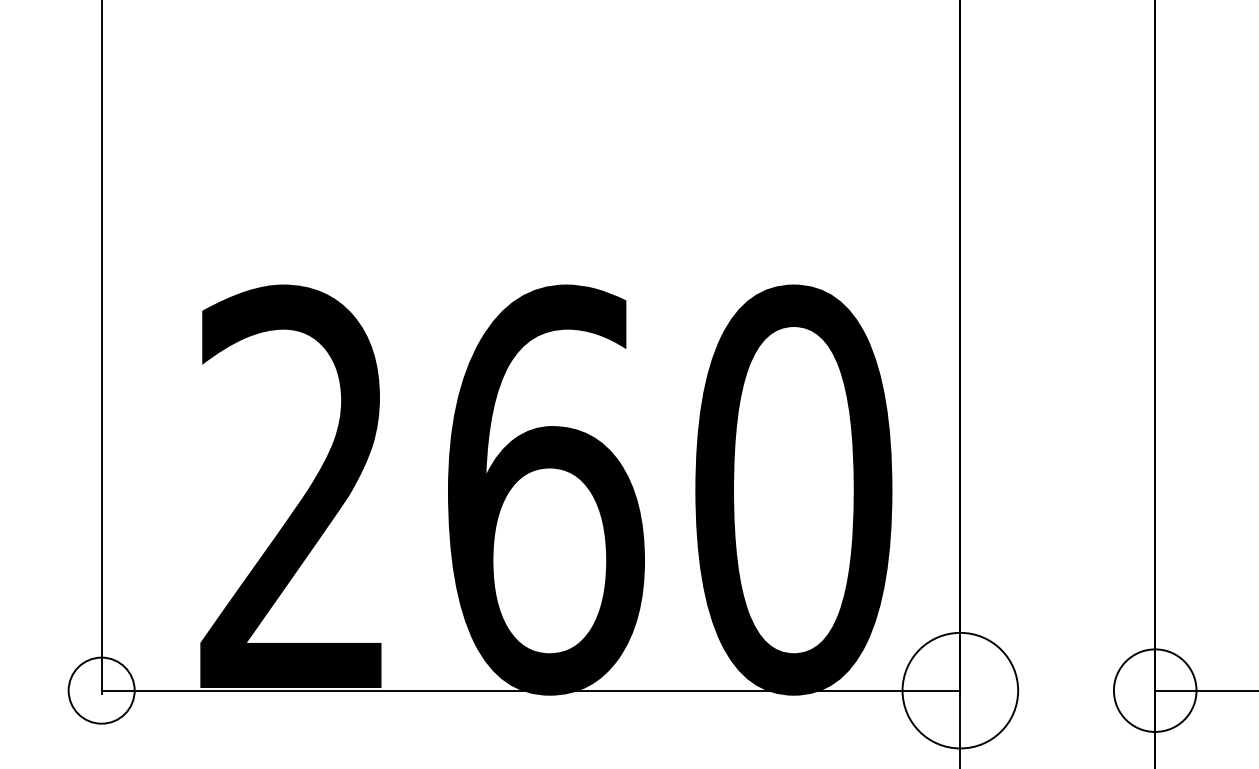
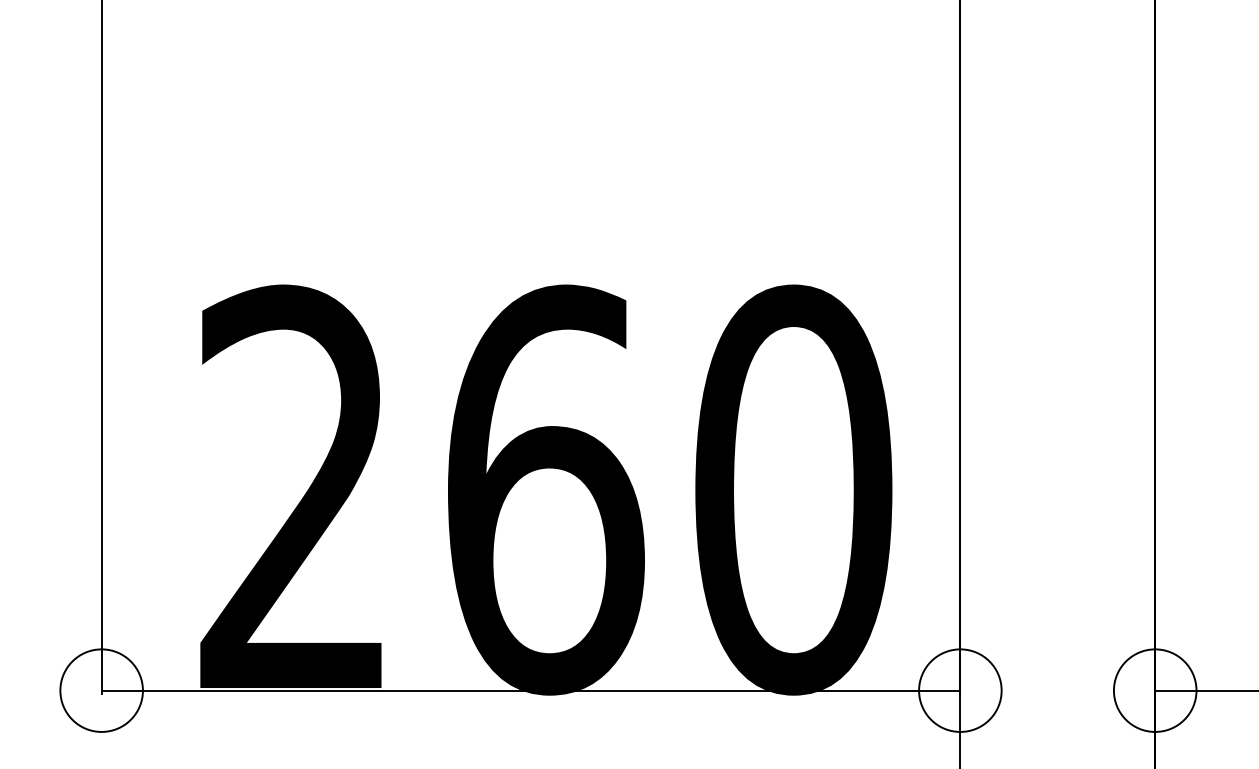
circle at (101, 690) diameter: 66 px -> 83 px
circle at (960, 690) diameter: 116 px -> 83 px
